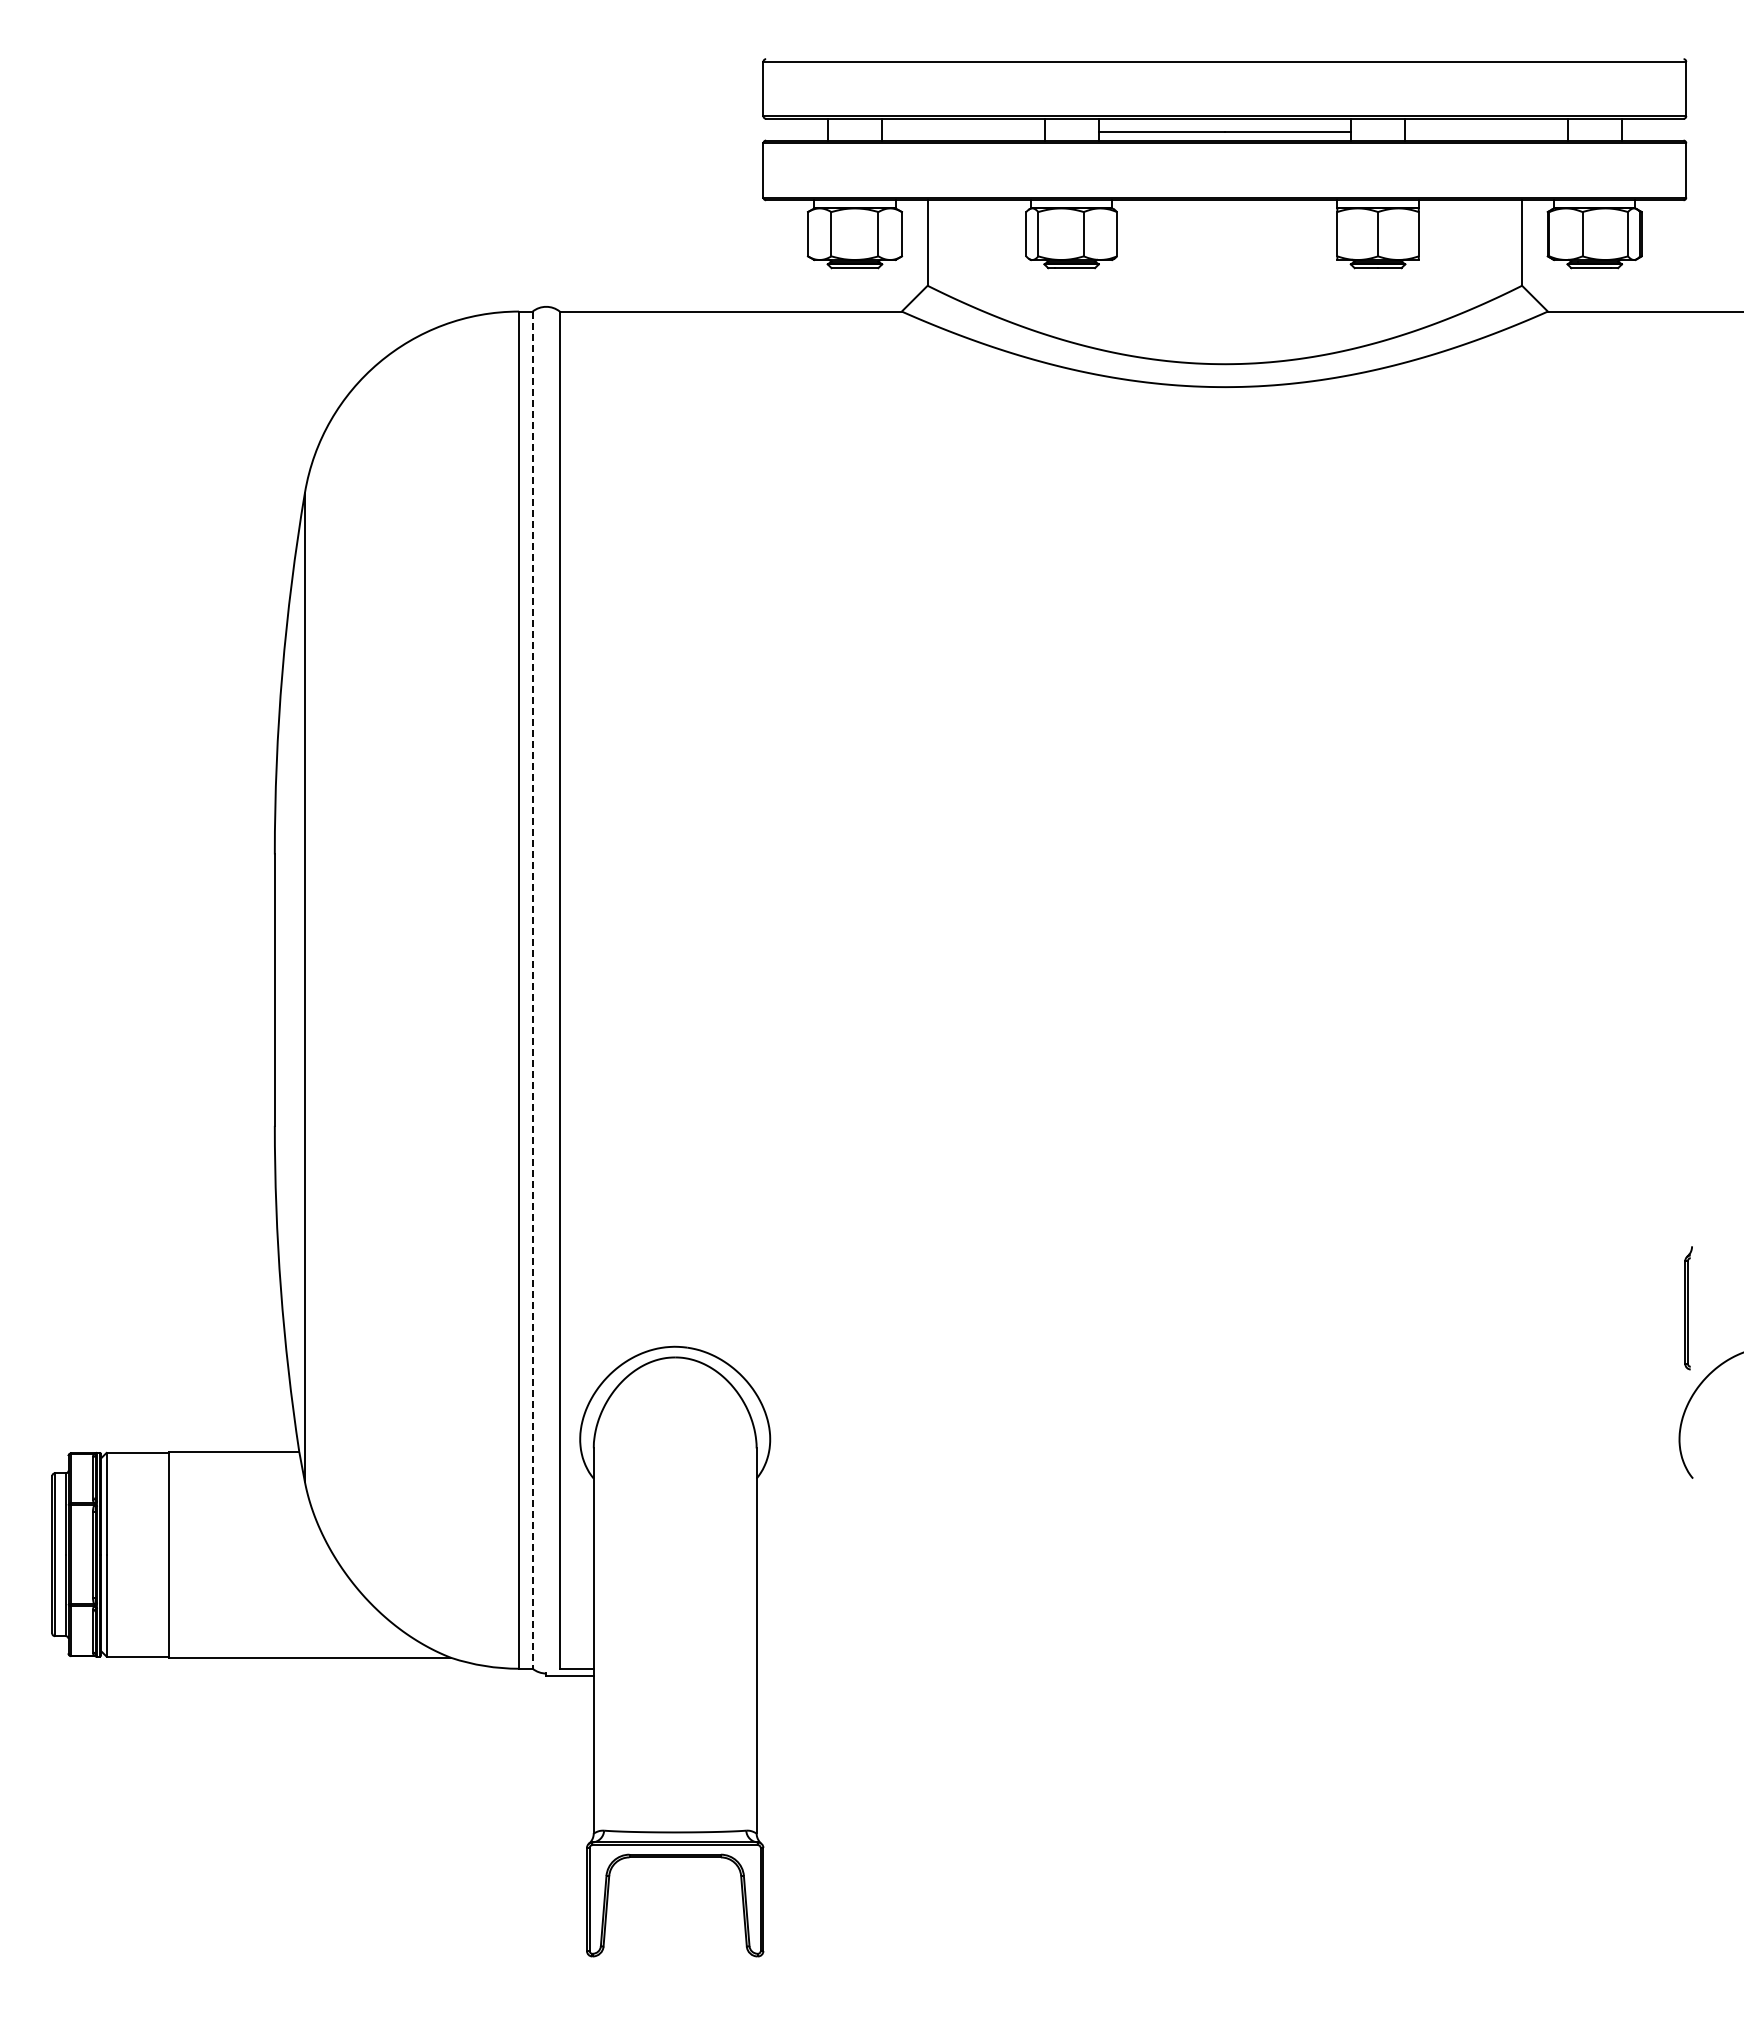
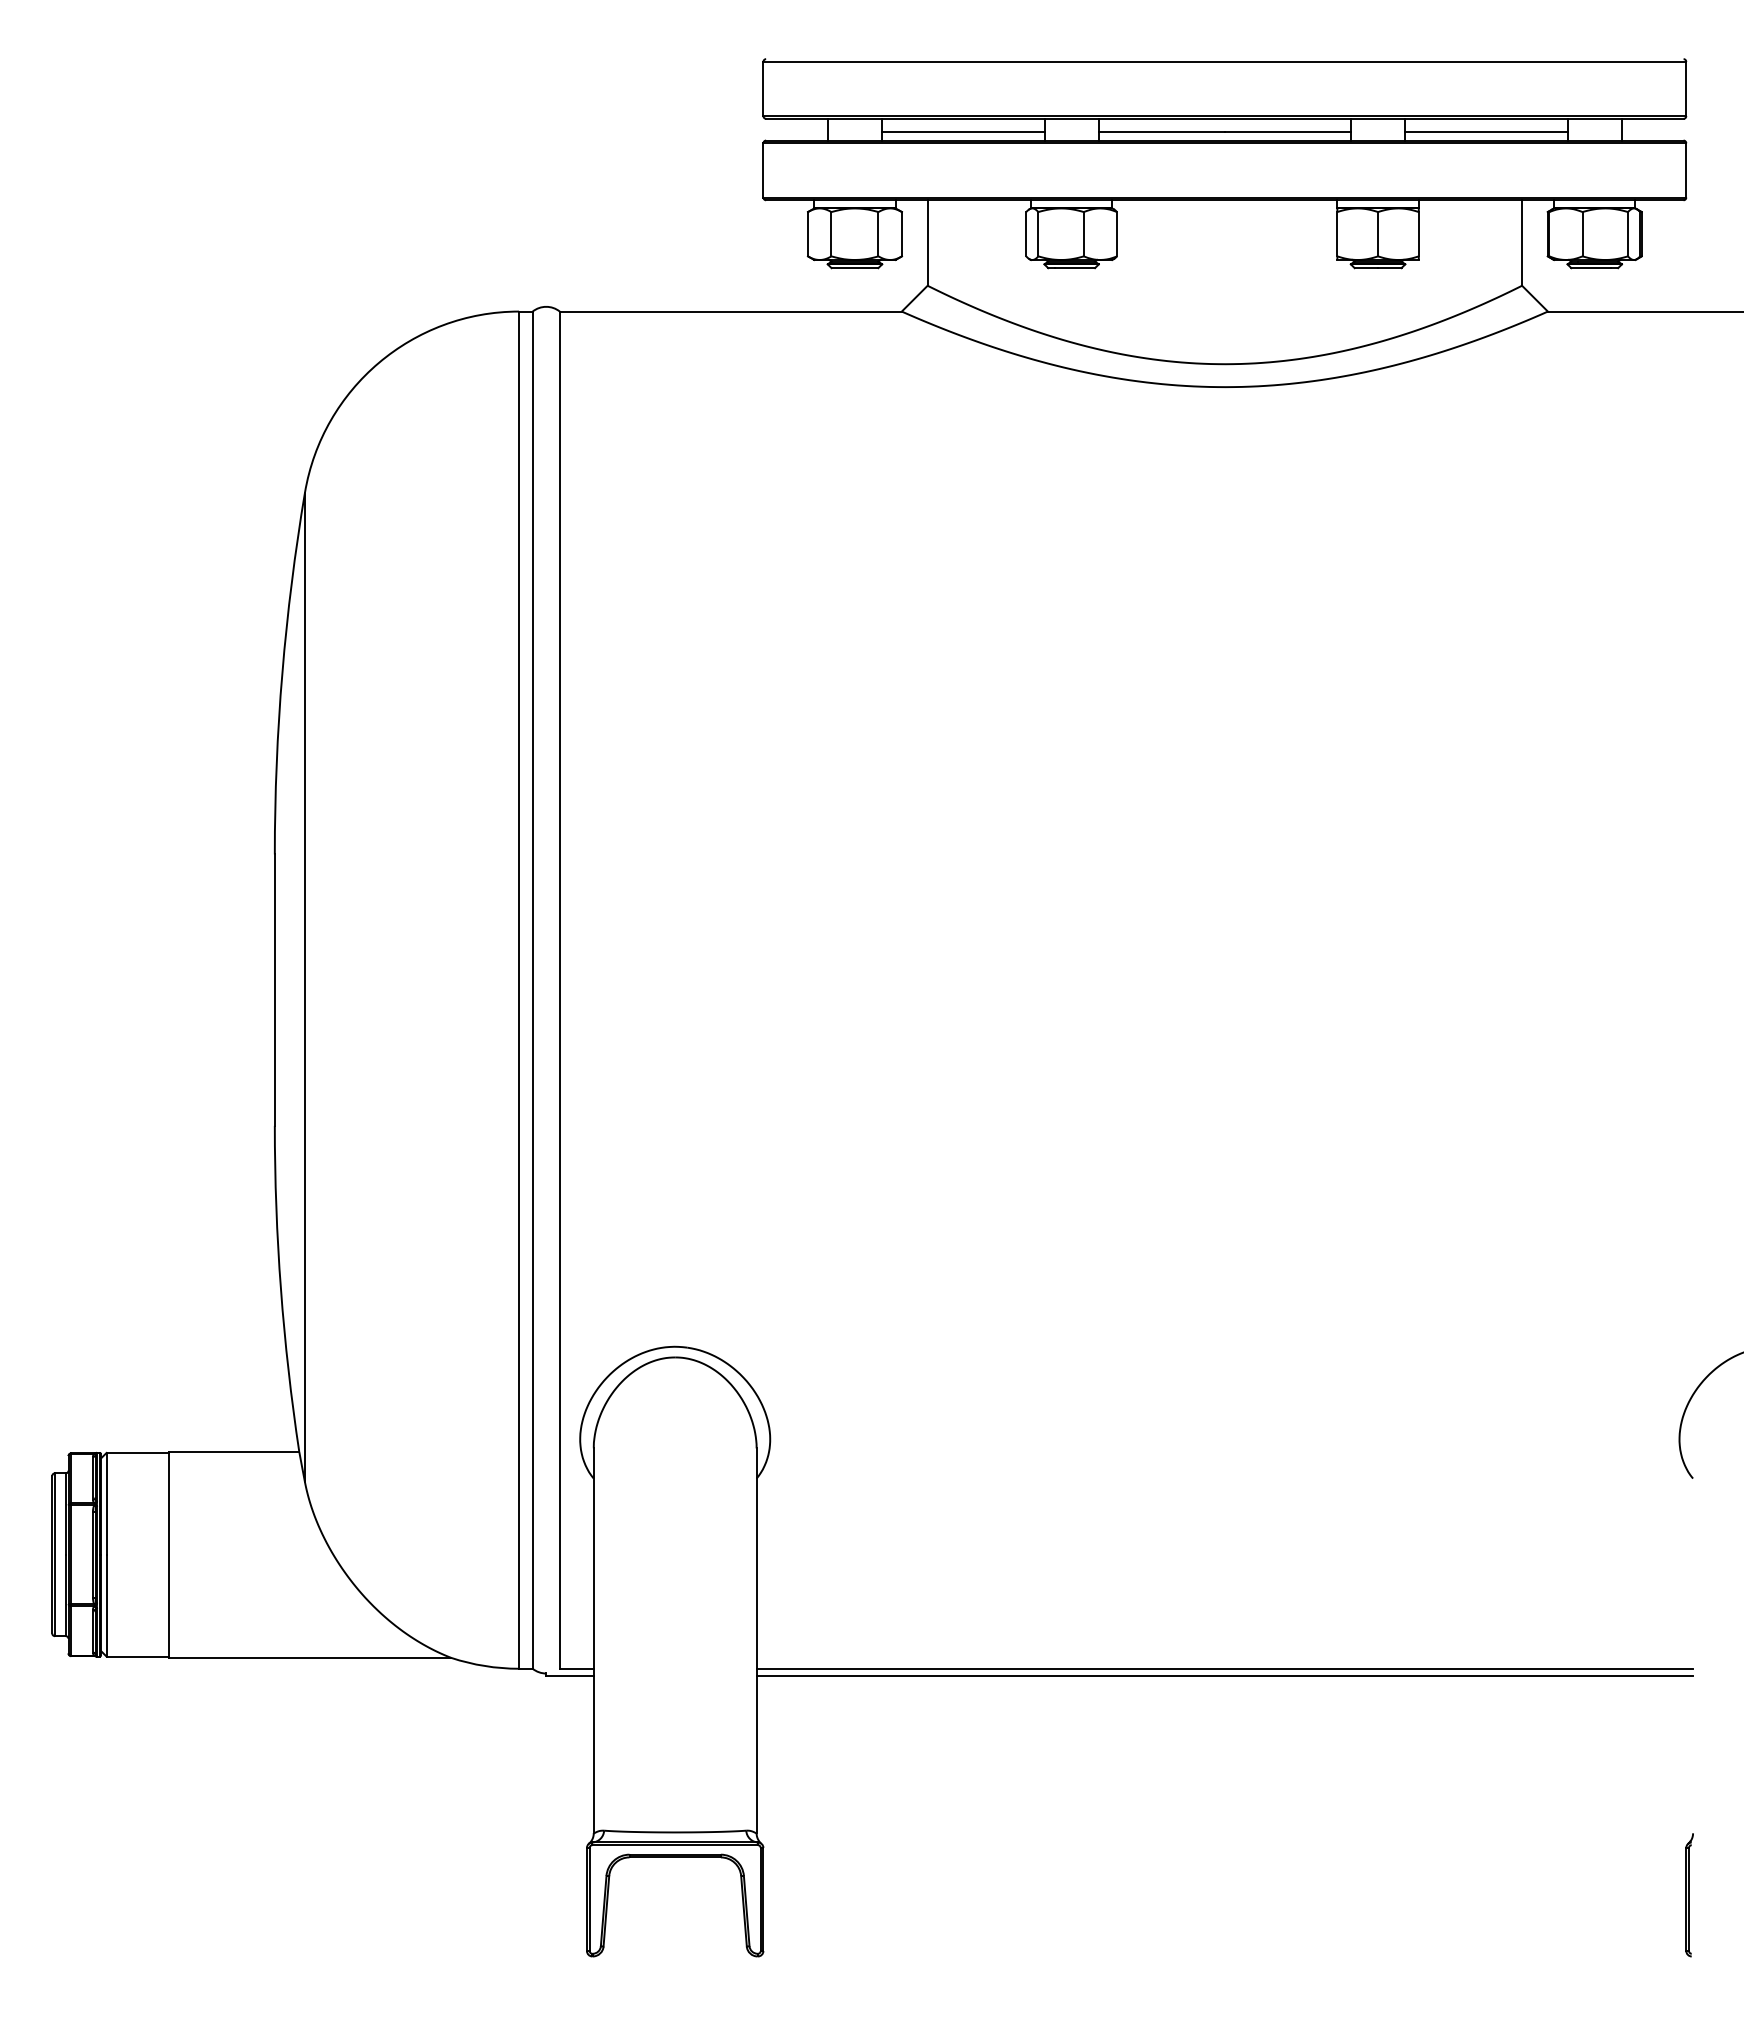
line at (963, 132): none -> present
line at (1486, 132): none -> present
line at (532, 990): dashed -> solid
part at (1688, 1308) position: (1688, 1308) -> (1689, 1895)
line at (1224, 1668): none -> present
line at (1224, 1675): none -> present
